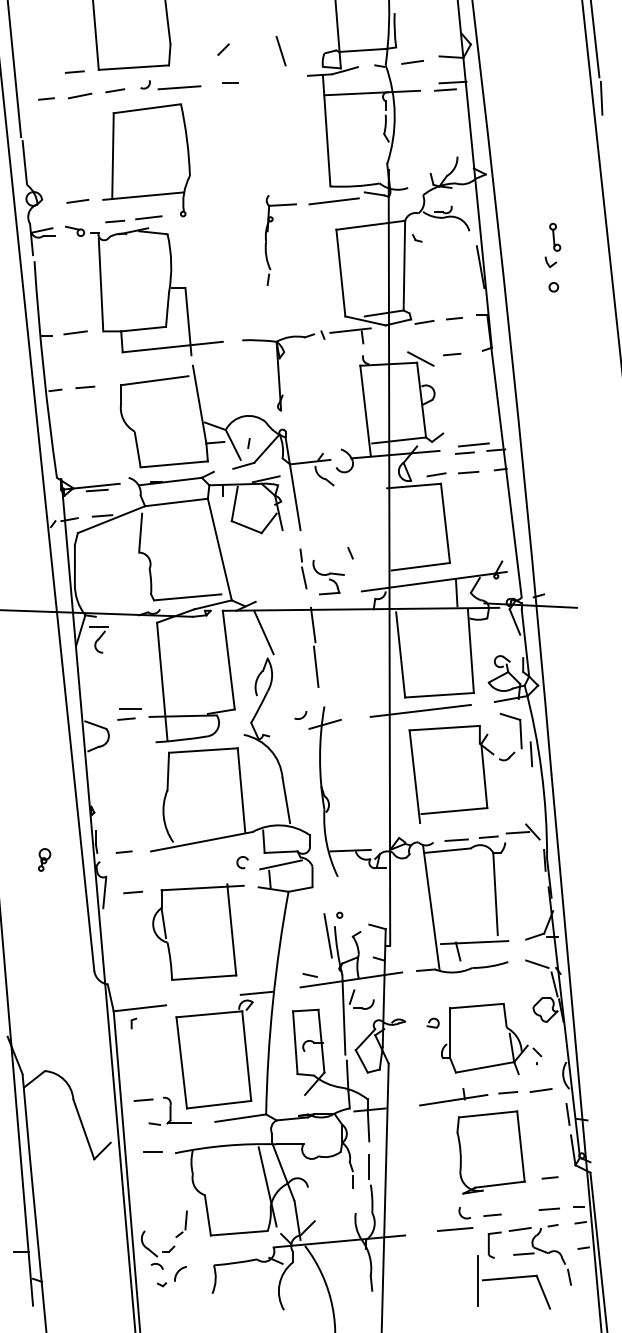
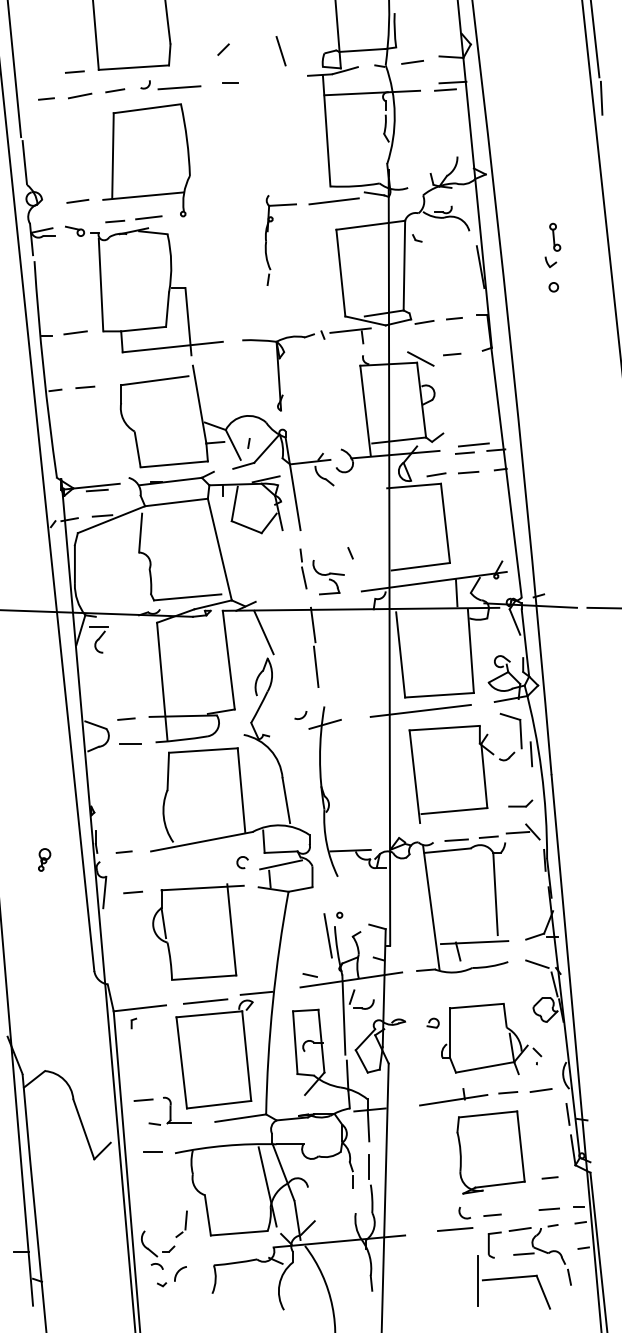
line at (602, 607): none -> present
line at (130, 708) position: (130, 708) -> (130, 743)
part at (520, 803): none -> present
line at (205, 1001): none -> present
